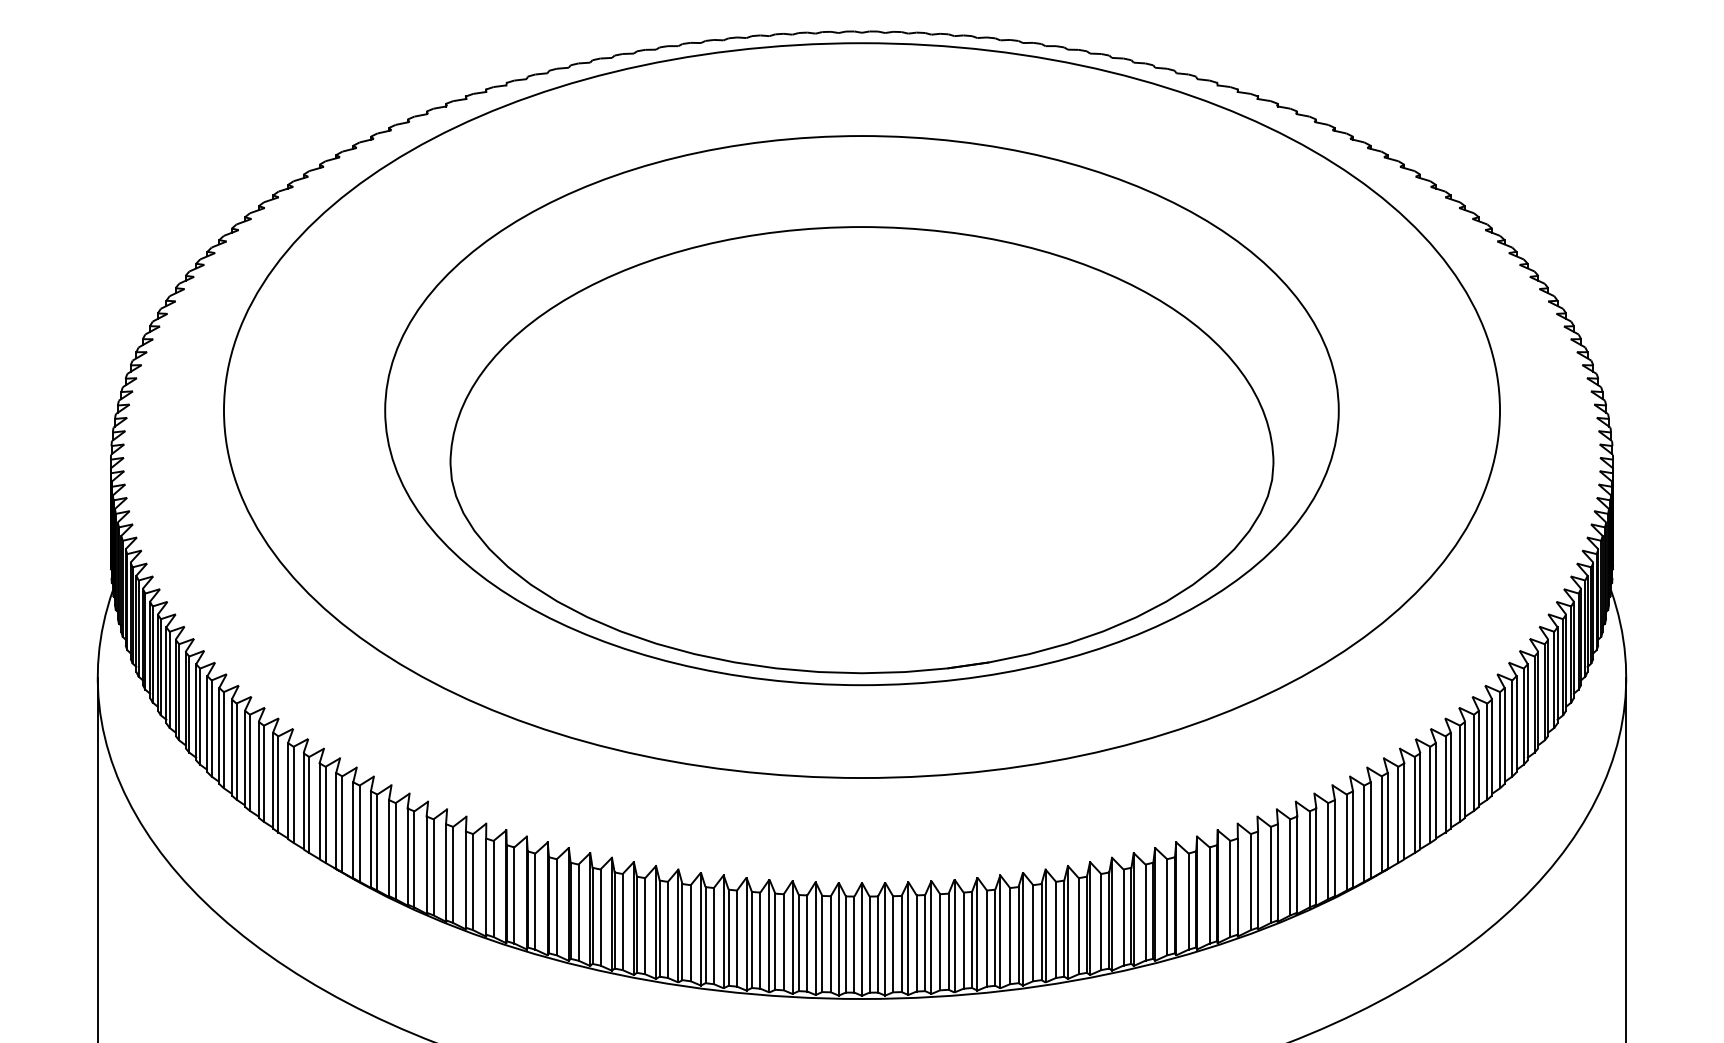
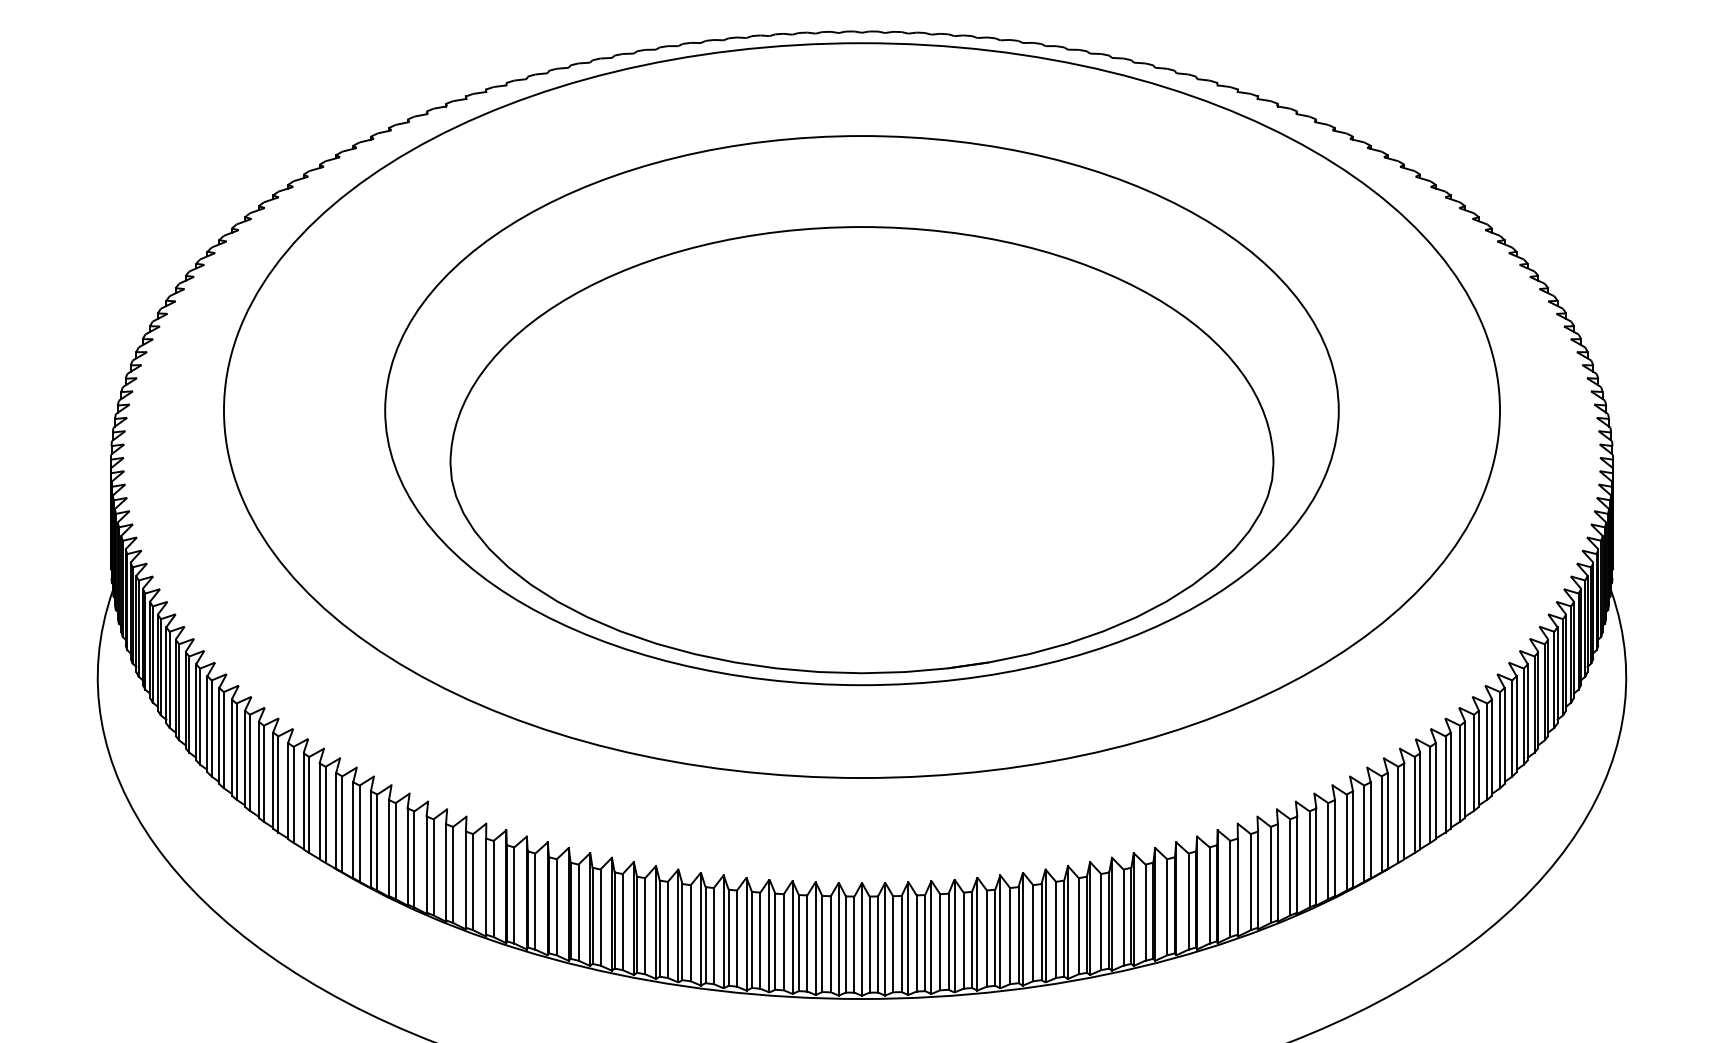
line at (97, 858): present -> none
line at (1626, 858): present -> none
